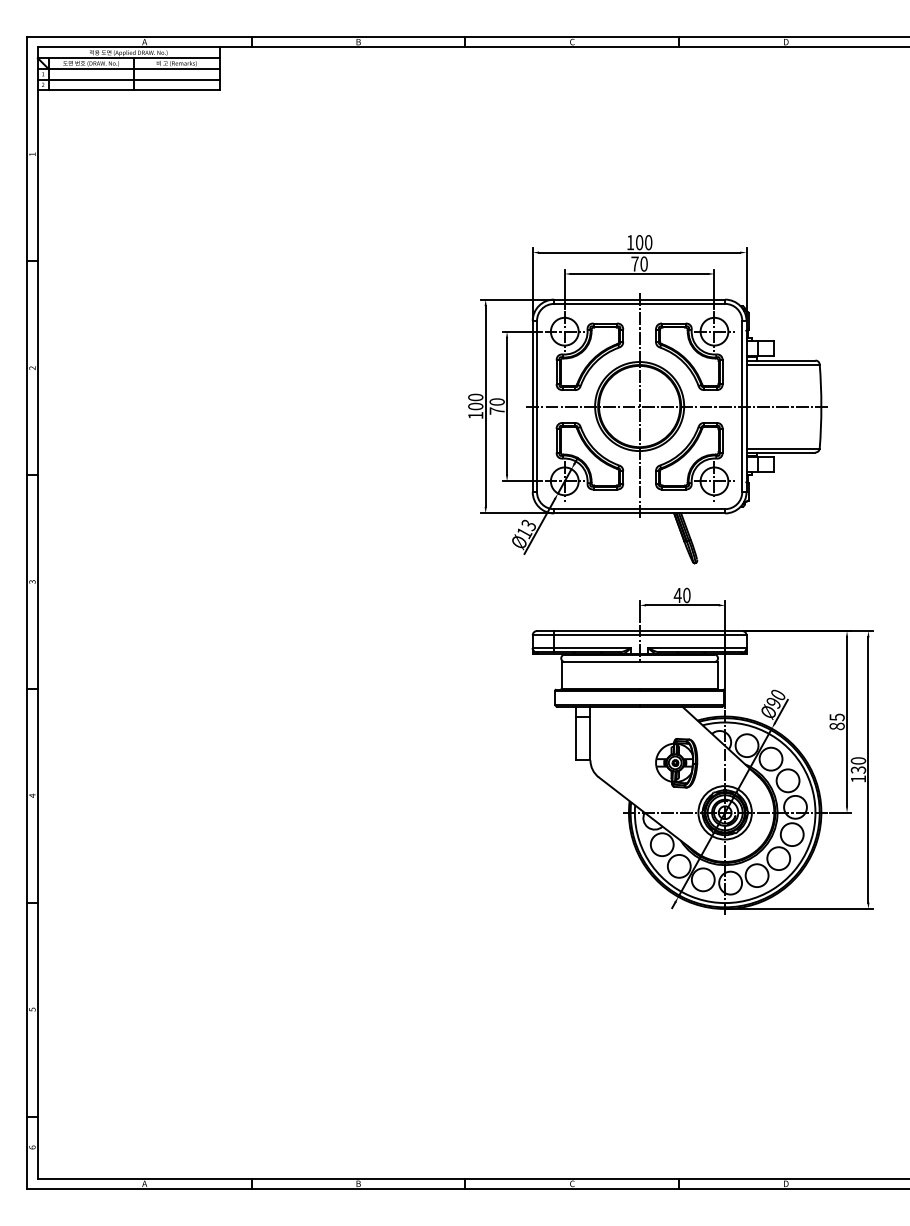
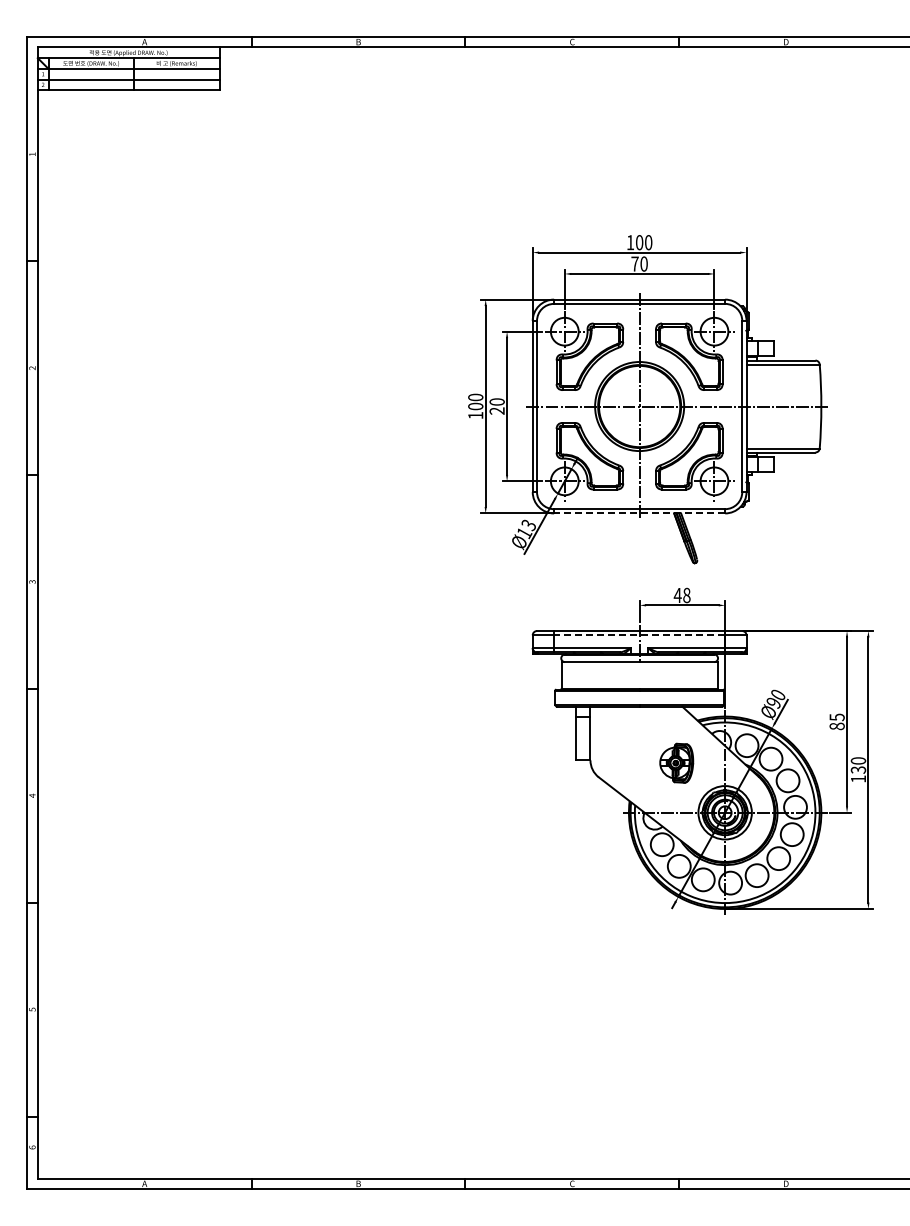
text at (496, 410): 70 -> 20
line at (639, 513): solid -> dashed
text at (686, 595): 40 -> 48
line at (639, 635): solid -> dashed
part at (676, 763) size: 44x51 px -> 36x42 px
